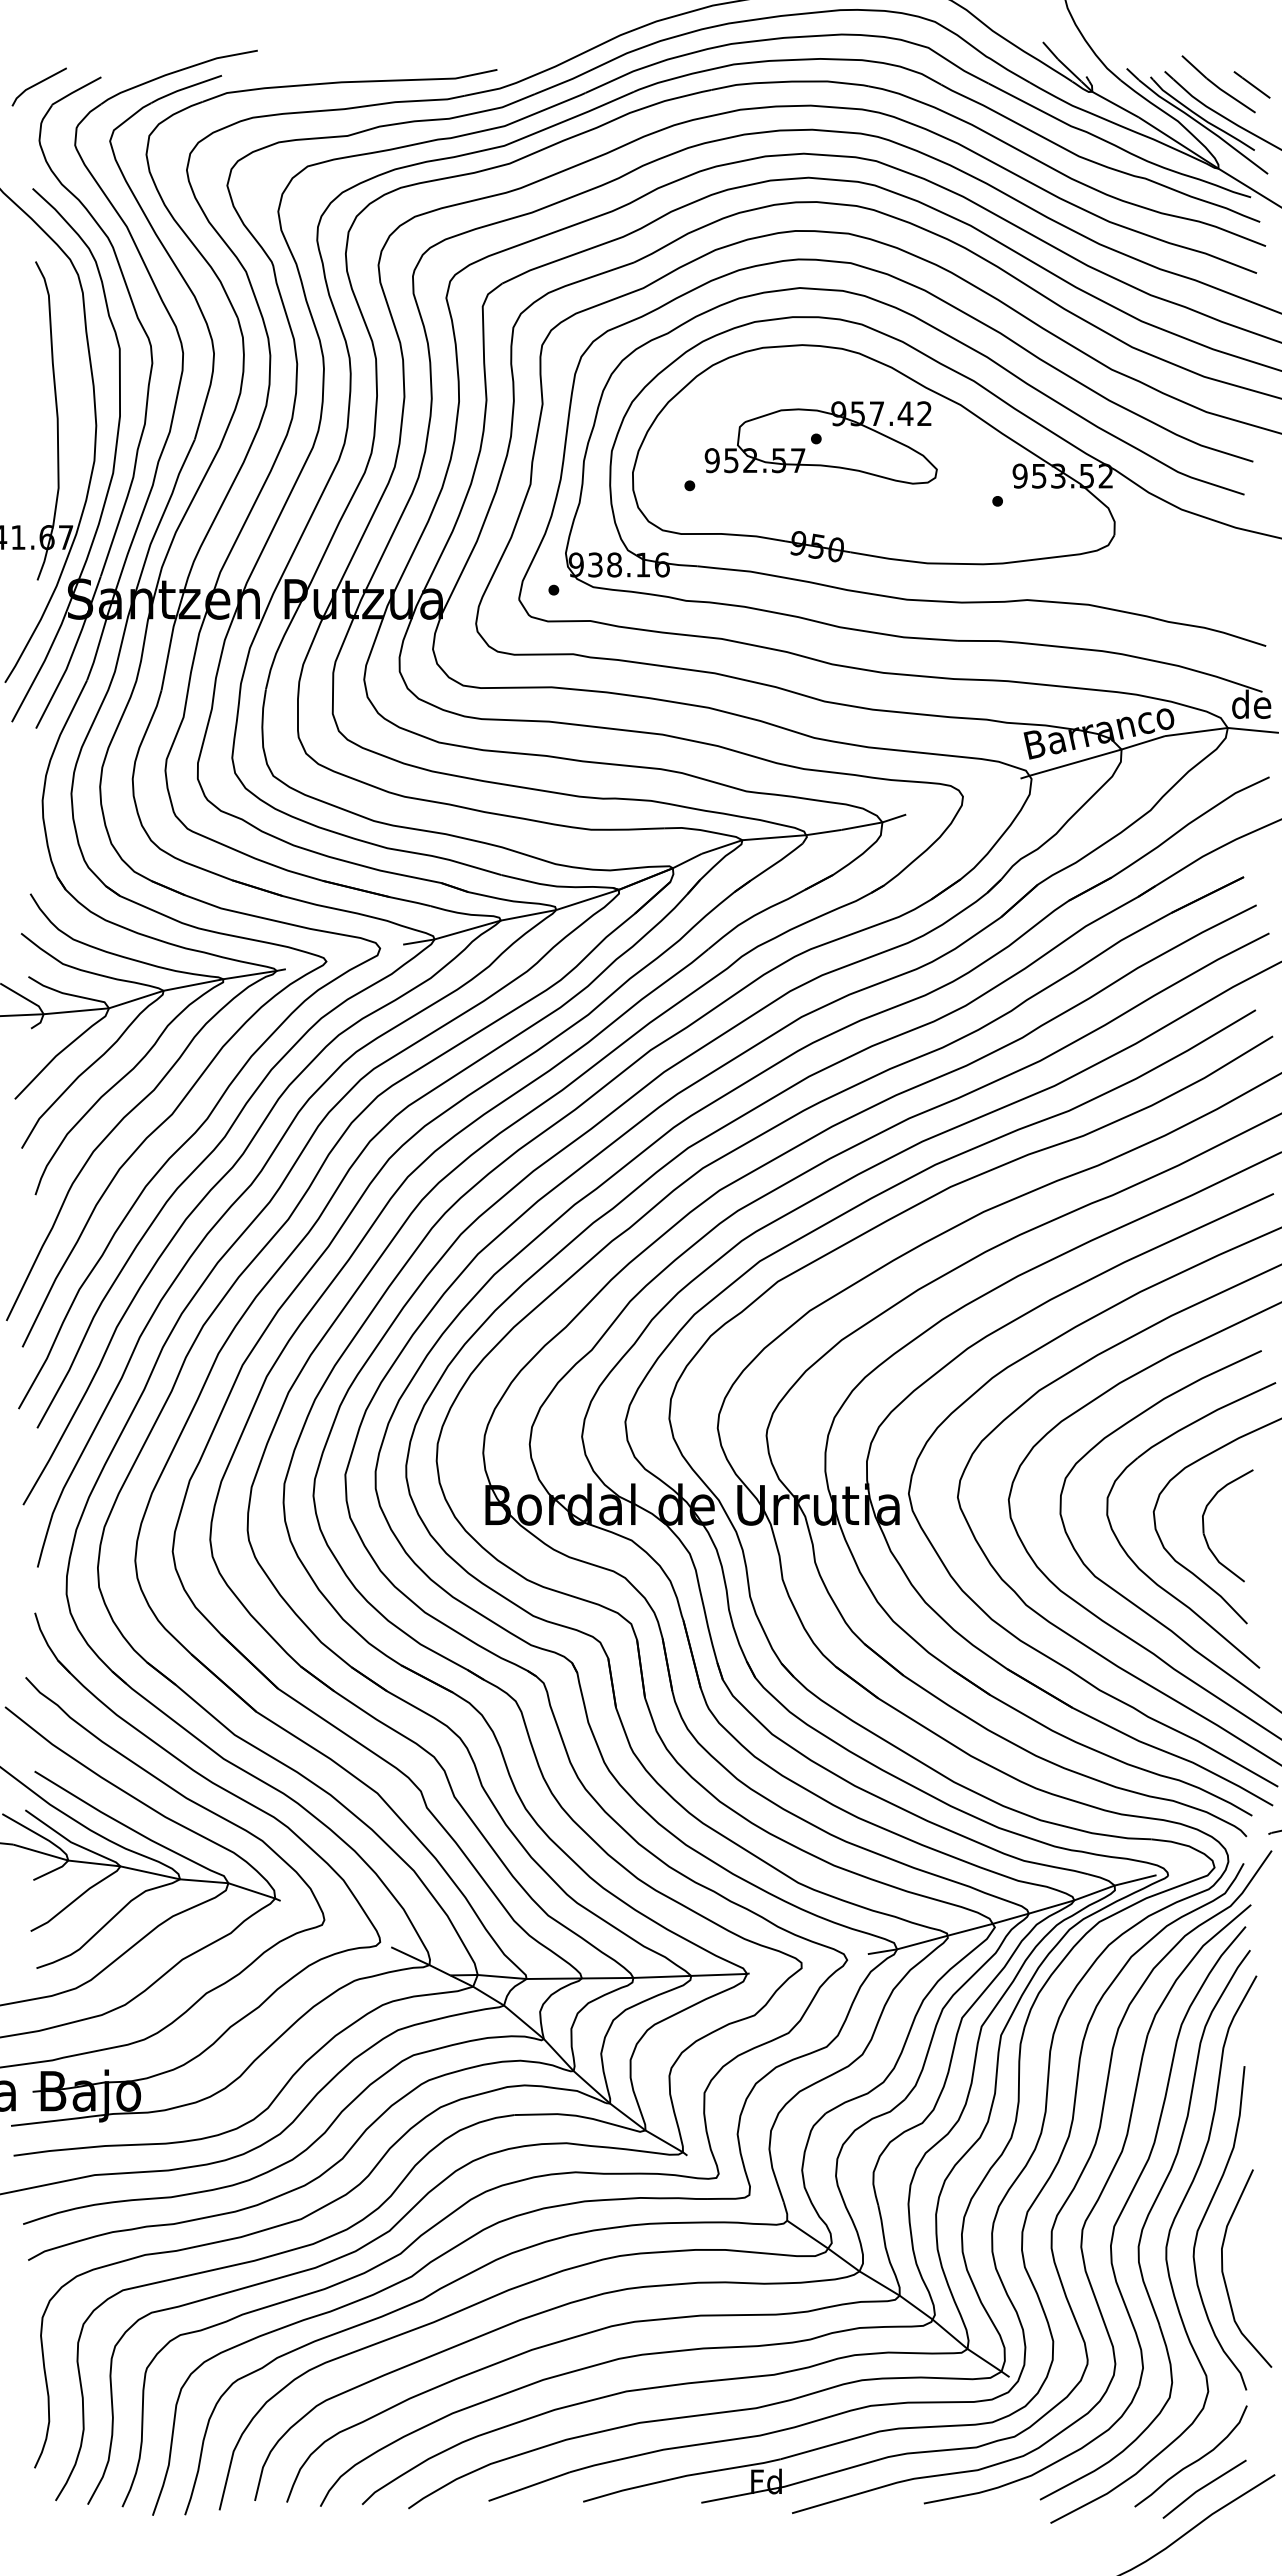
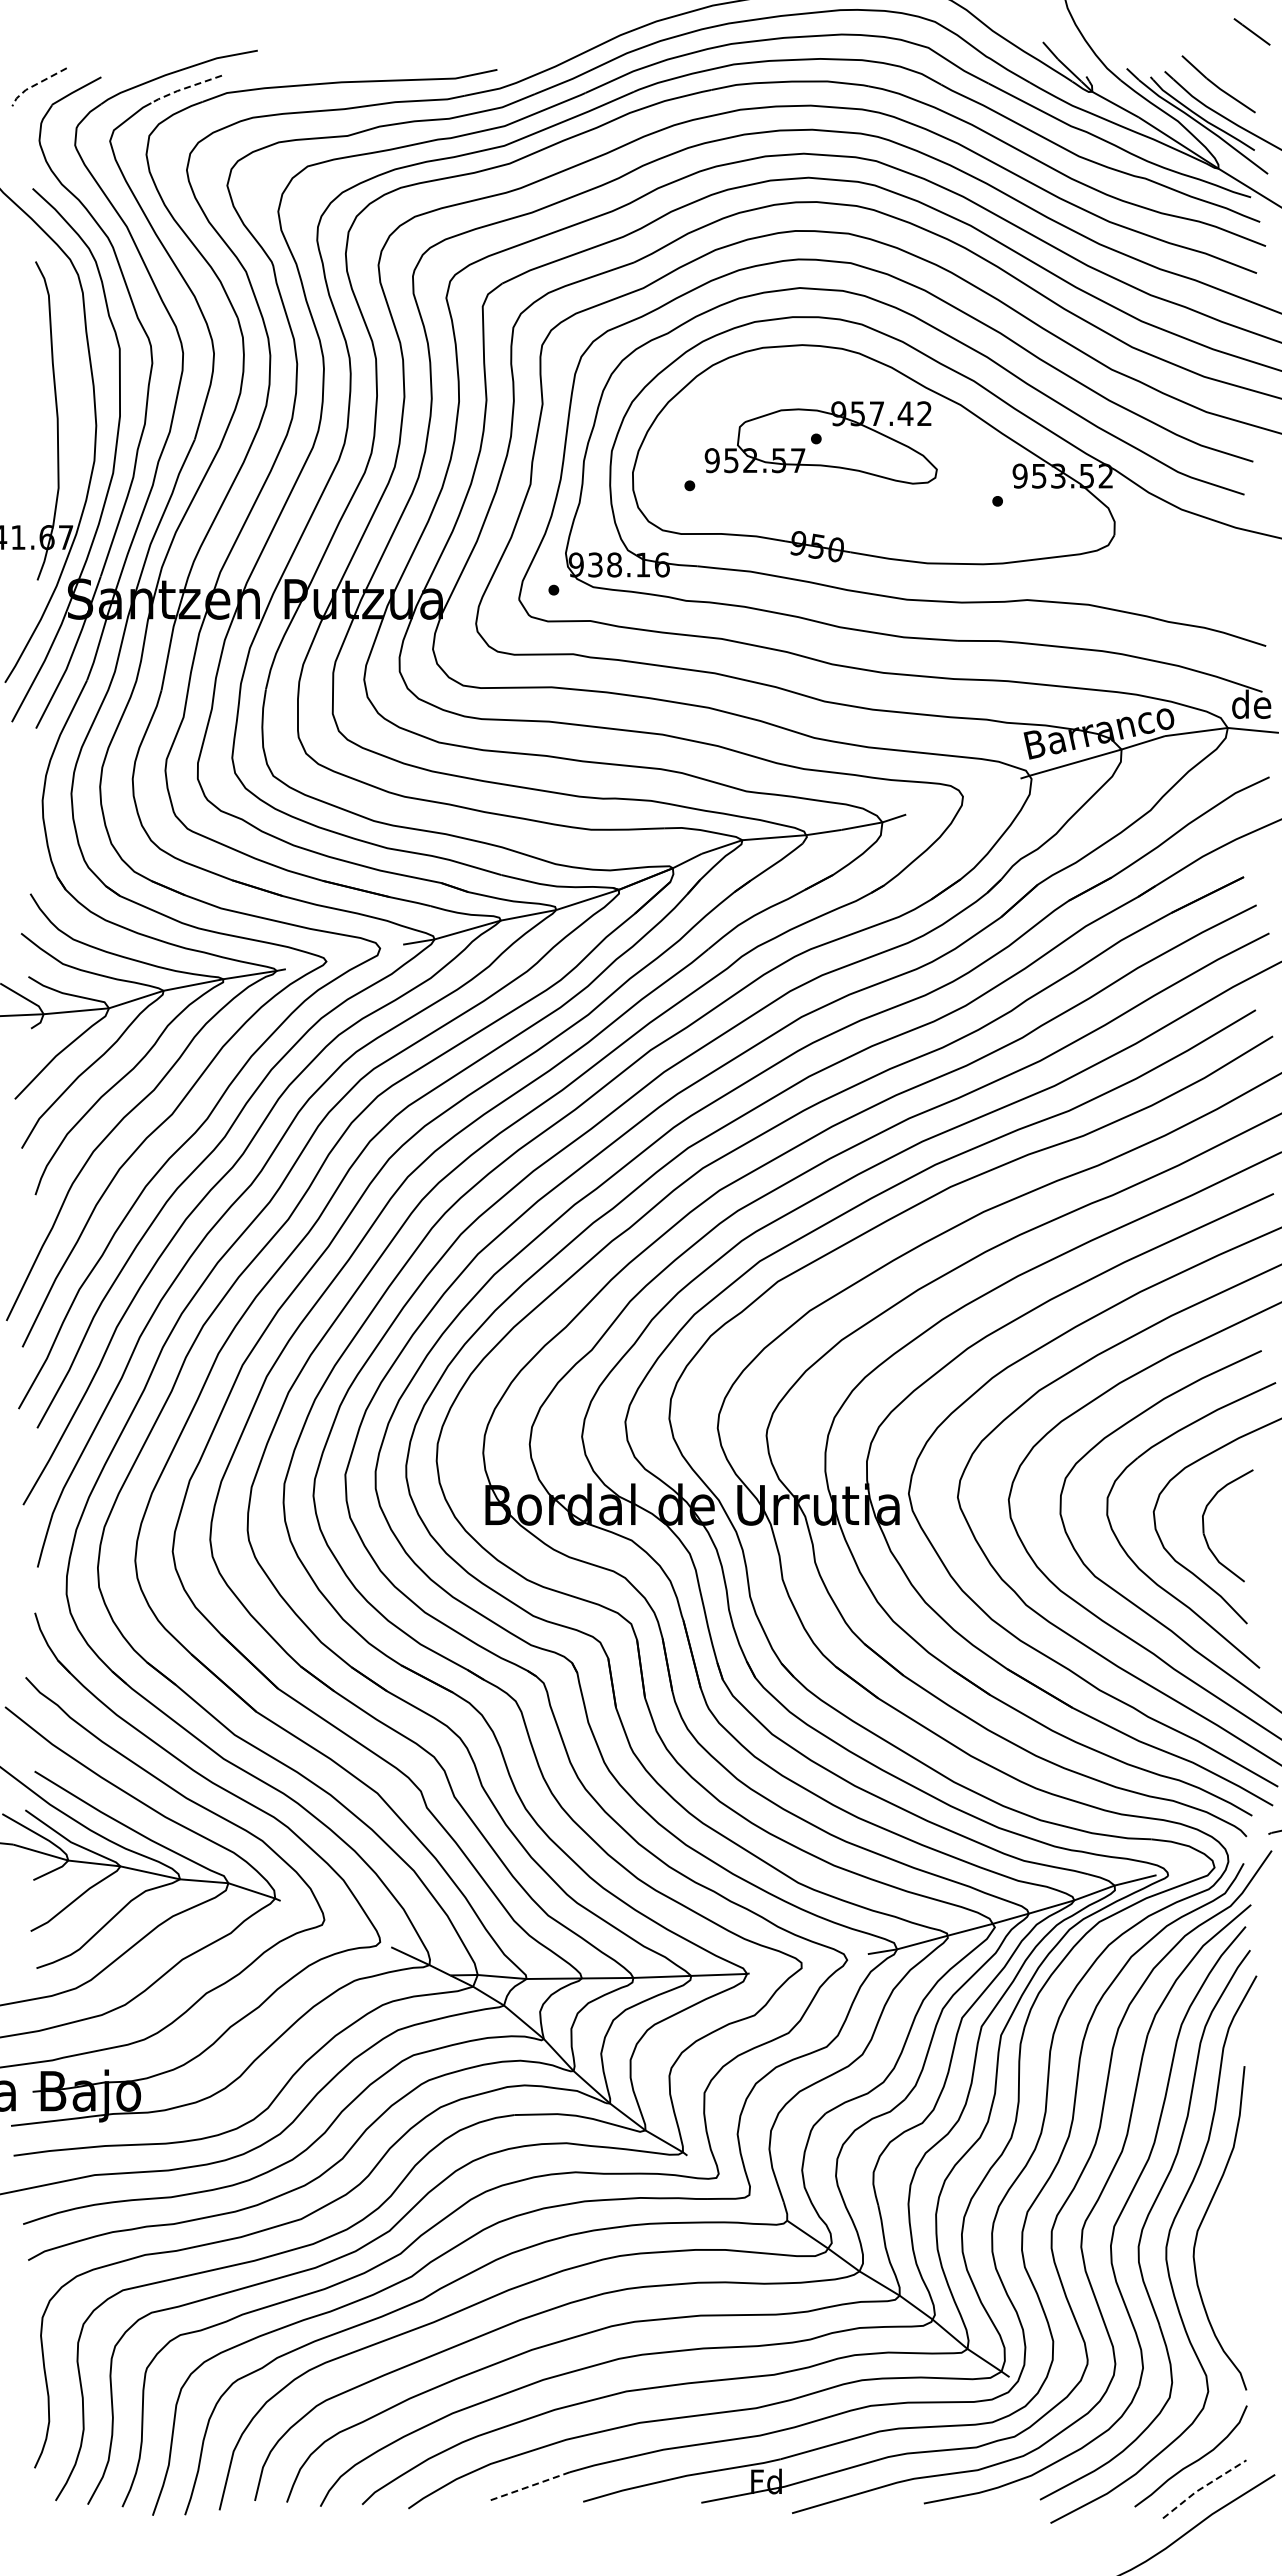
line at (35, 84): solid -> dashed
line at (1251, 84) position: (1251, 84) -> (1251, 31)
line at (184, 88): solid -> dashed
curve at (1223, 2268): present -> none
line at (528, 2486): solid -> dashed
line at (1202, 2487): solid -> dashed
